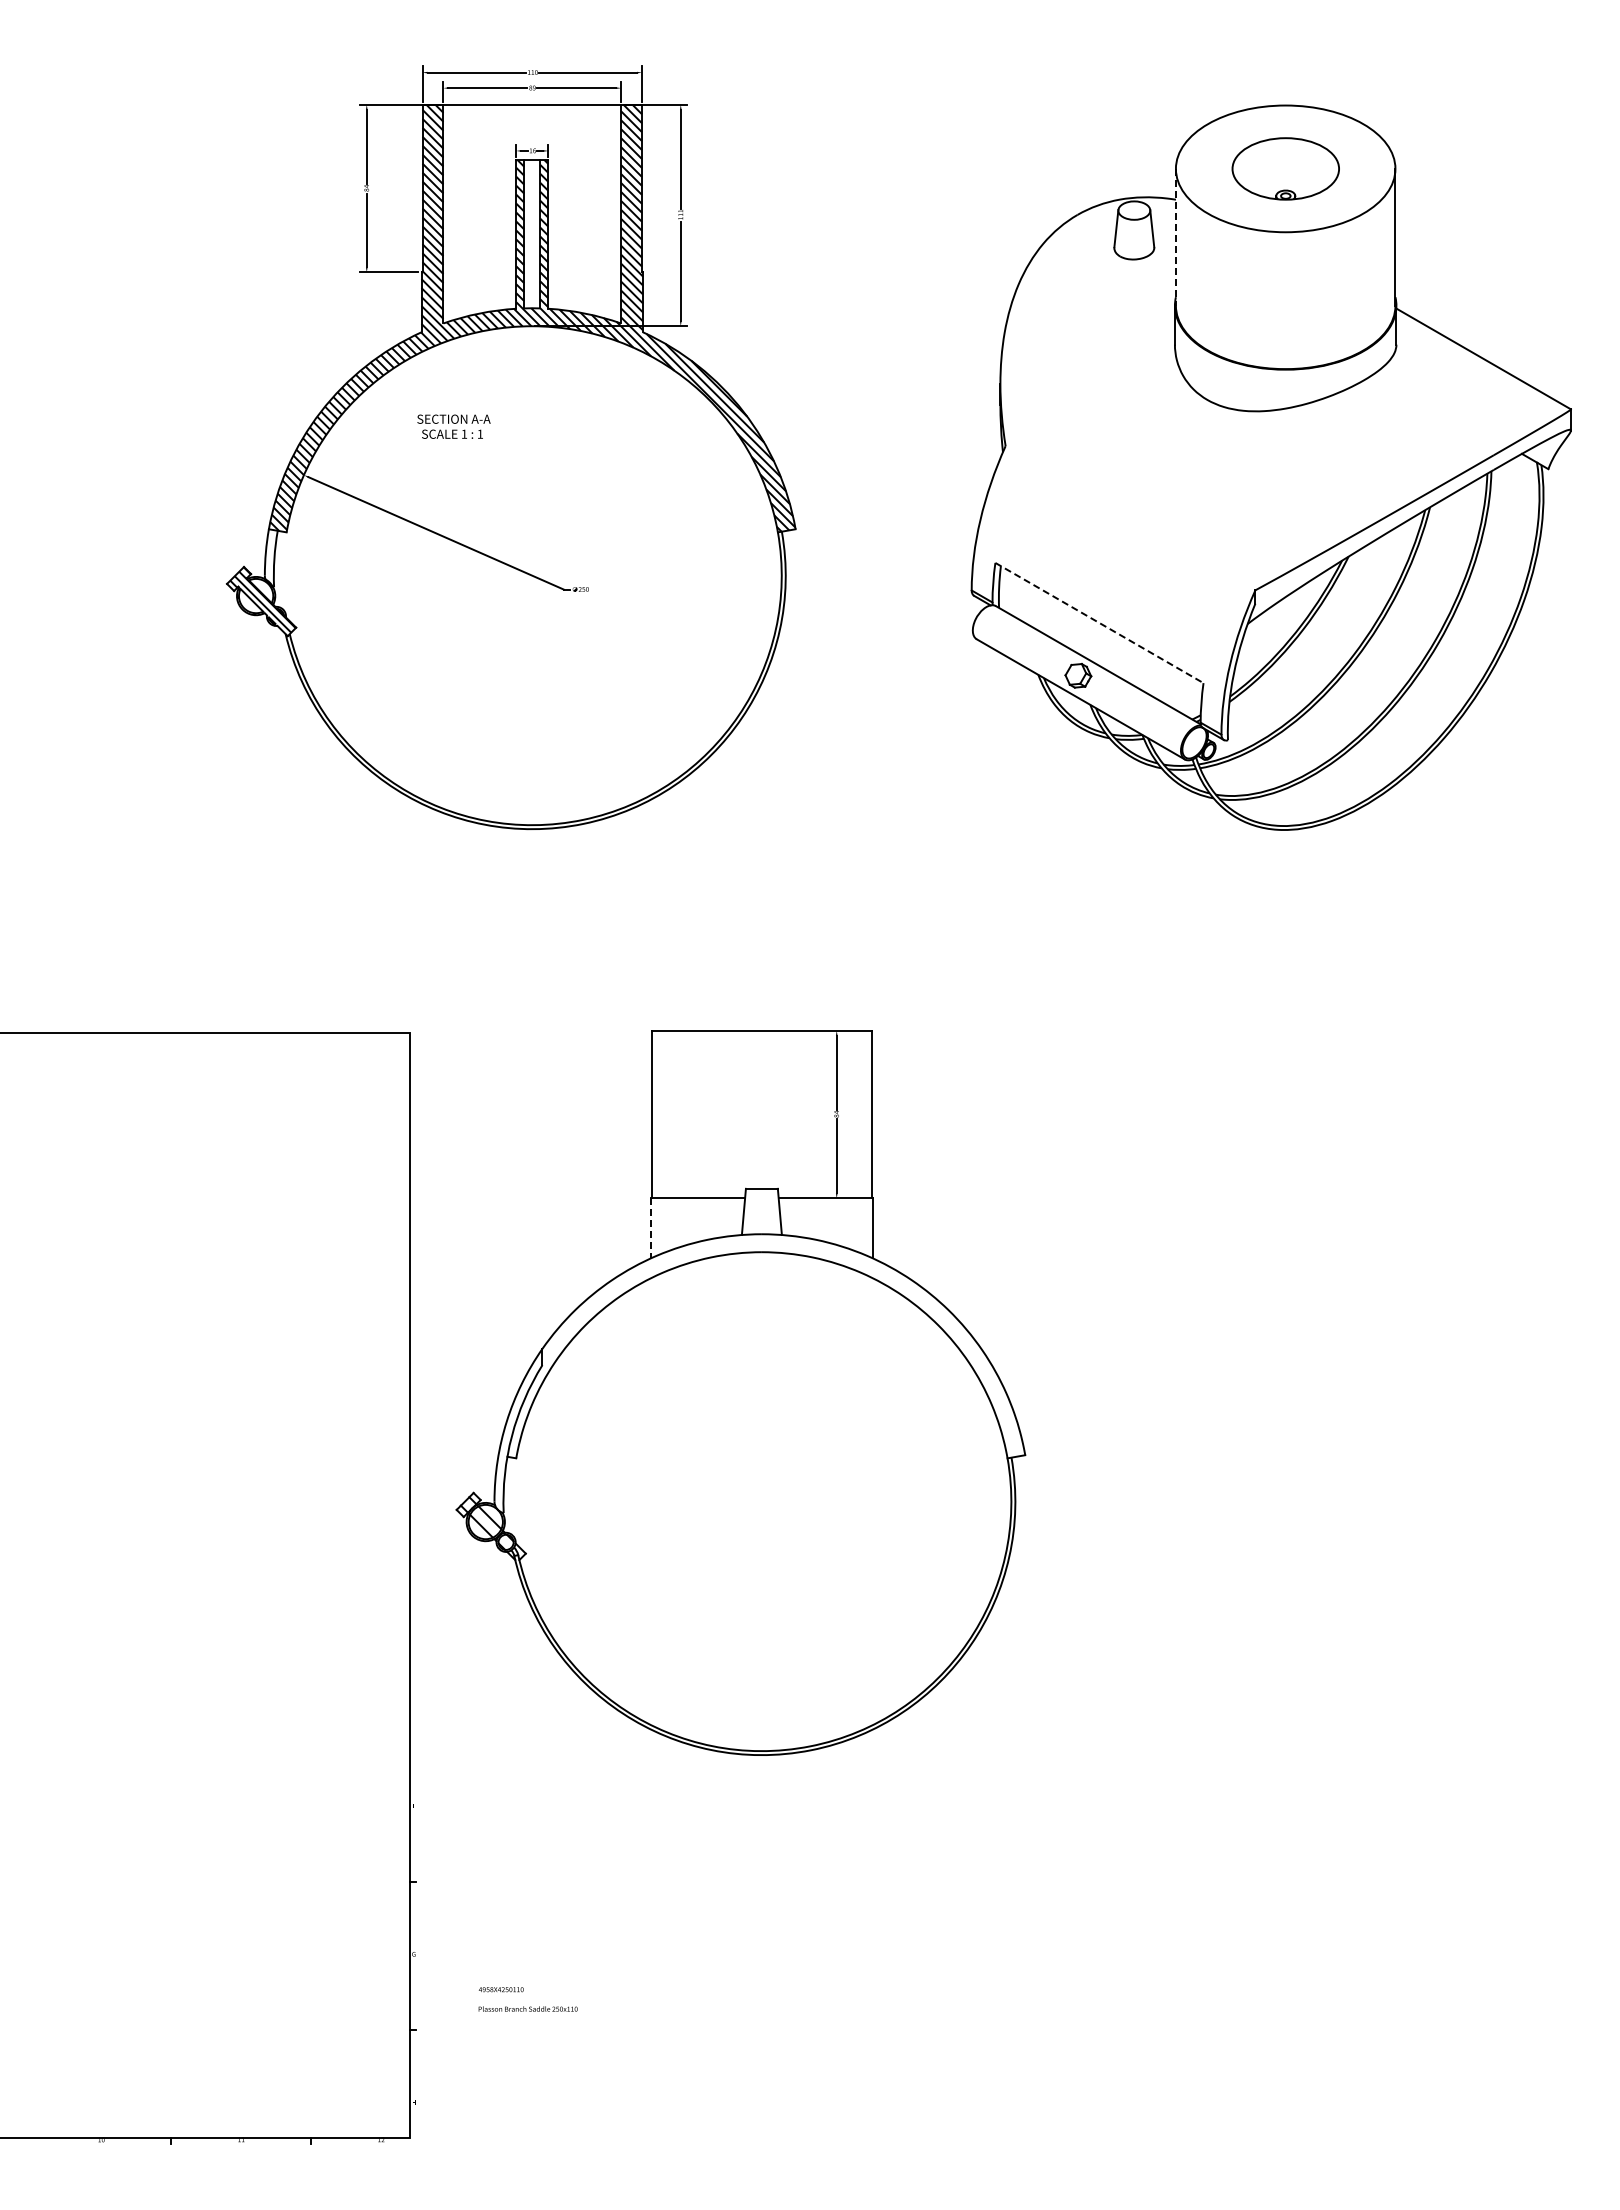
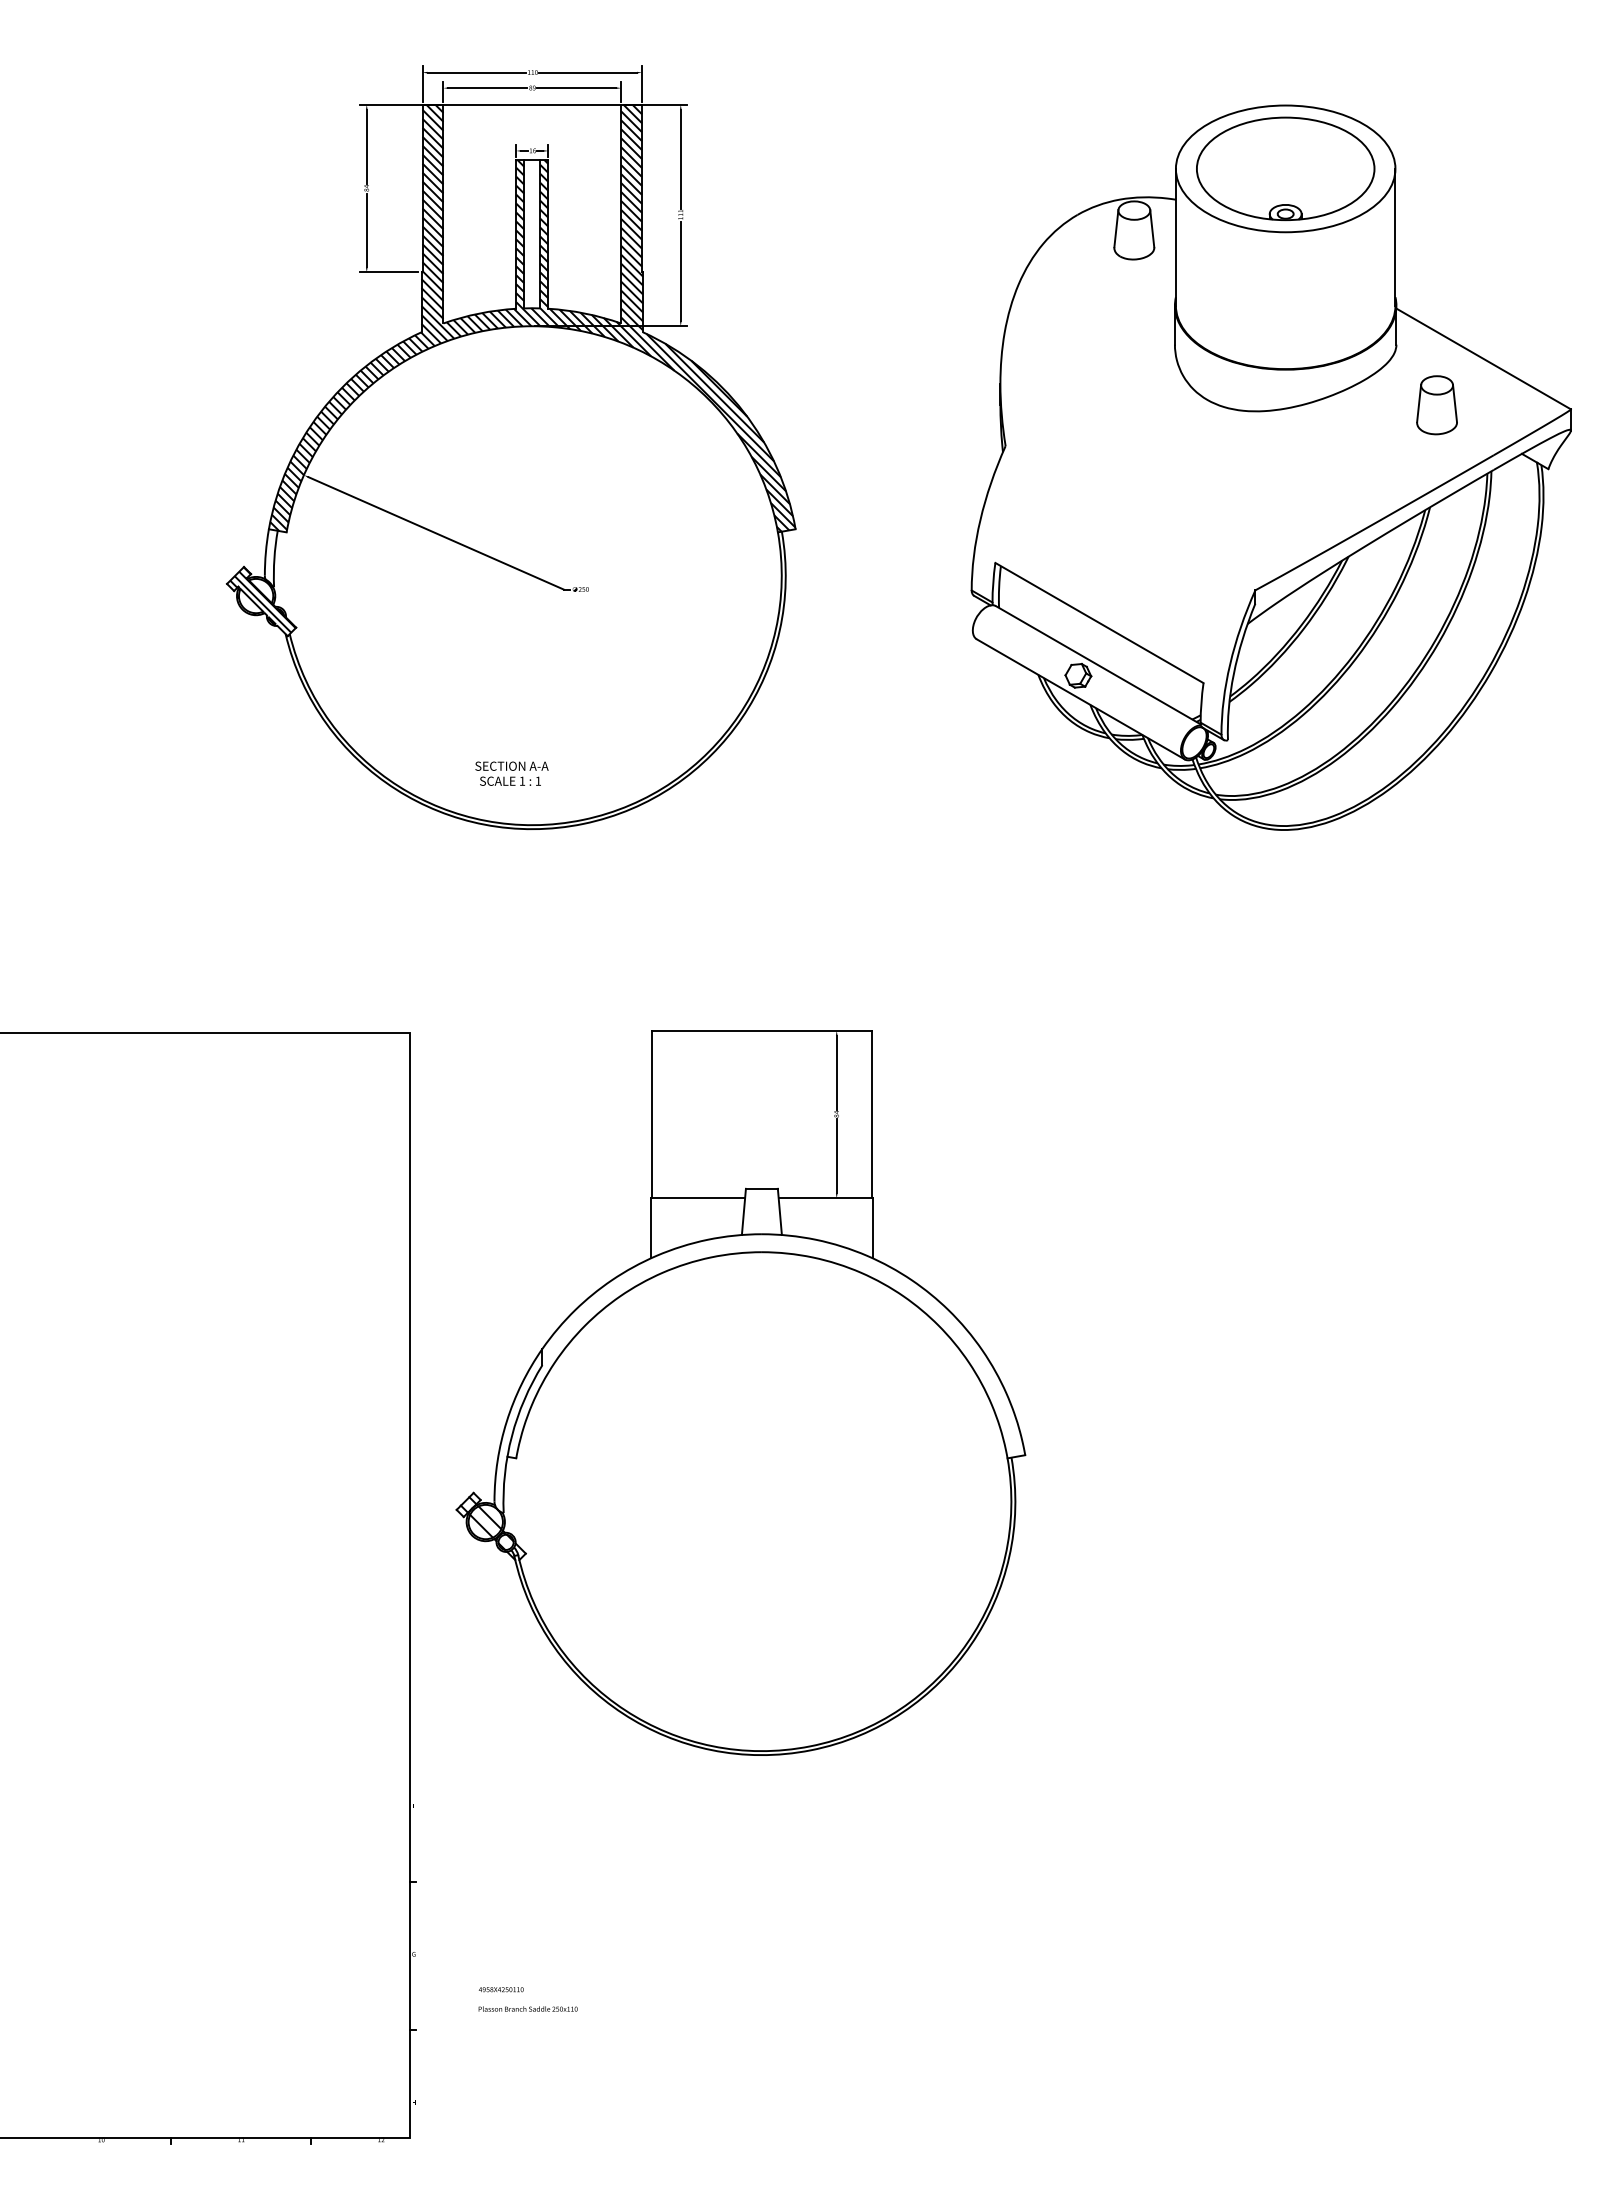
part at (1285, 168) size: 109x64 px -> 180x106 px
line at (1175, 237): dashed -> solid
part at (1436, 405): none -> present
text at (453, 426) position: (453, 426) -> (511, 773)
line at (1099, 623): dashed -> solid
line at (651, 1228): dashed -> solid
